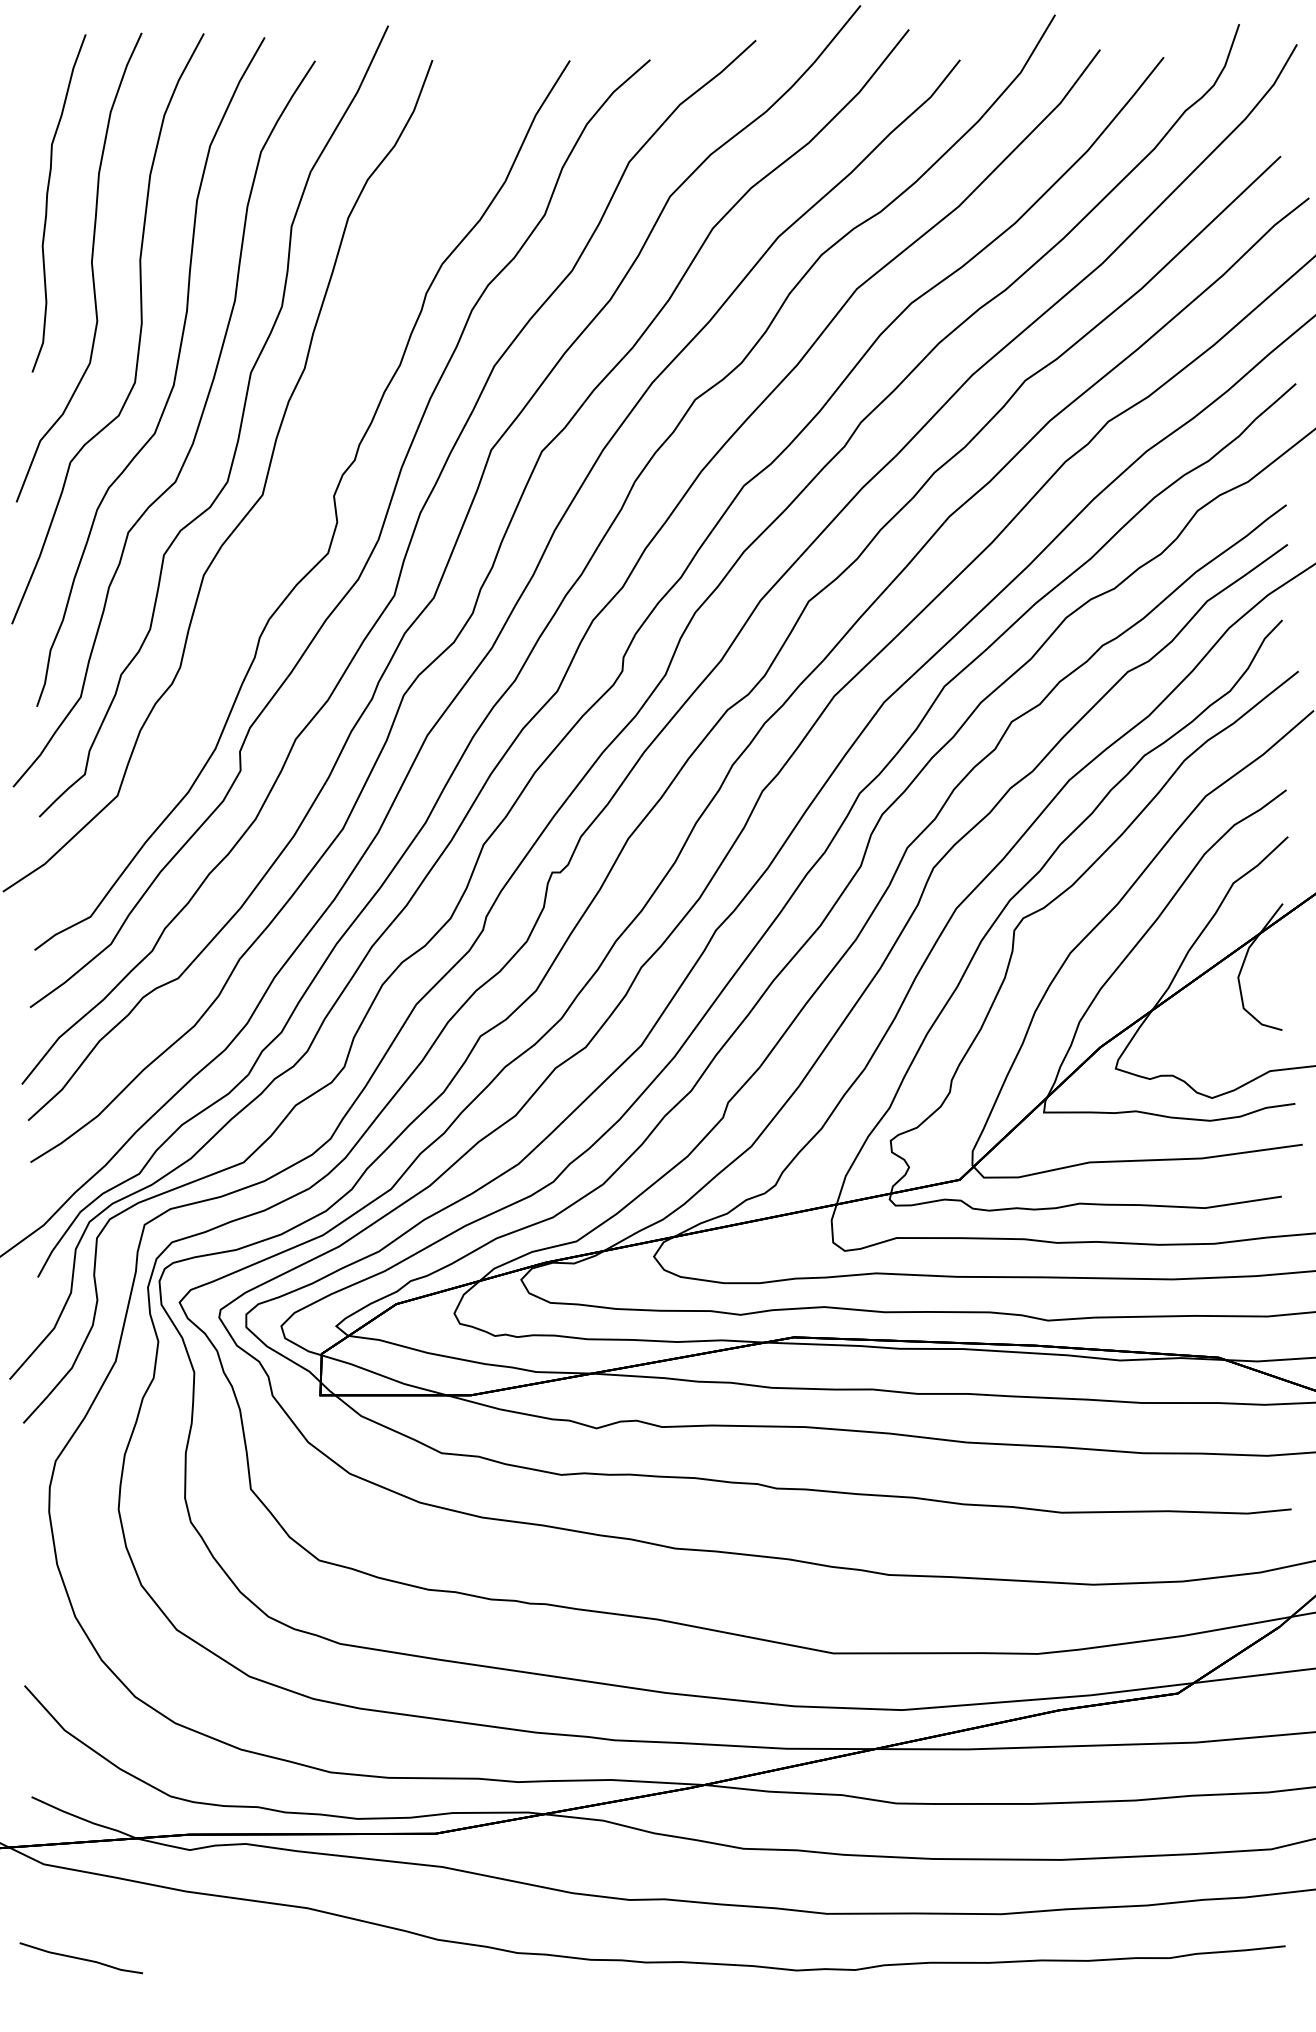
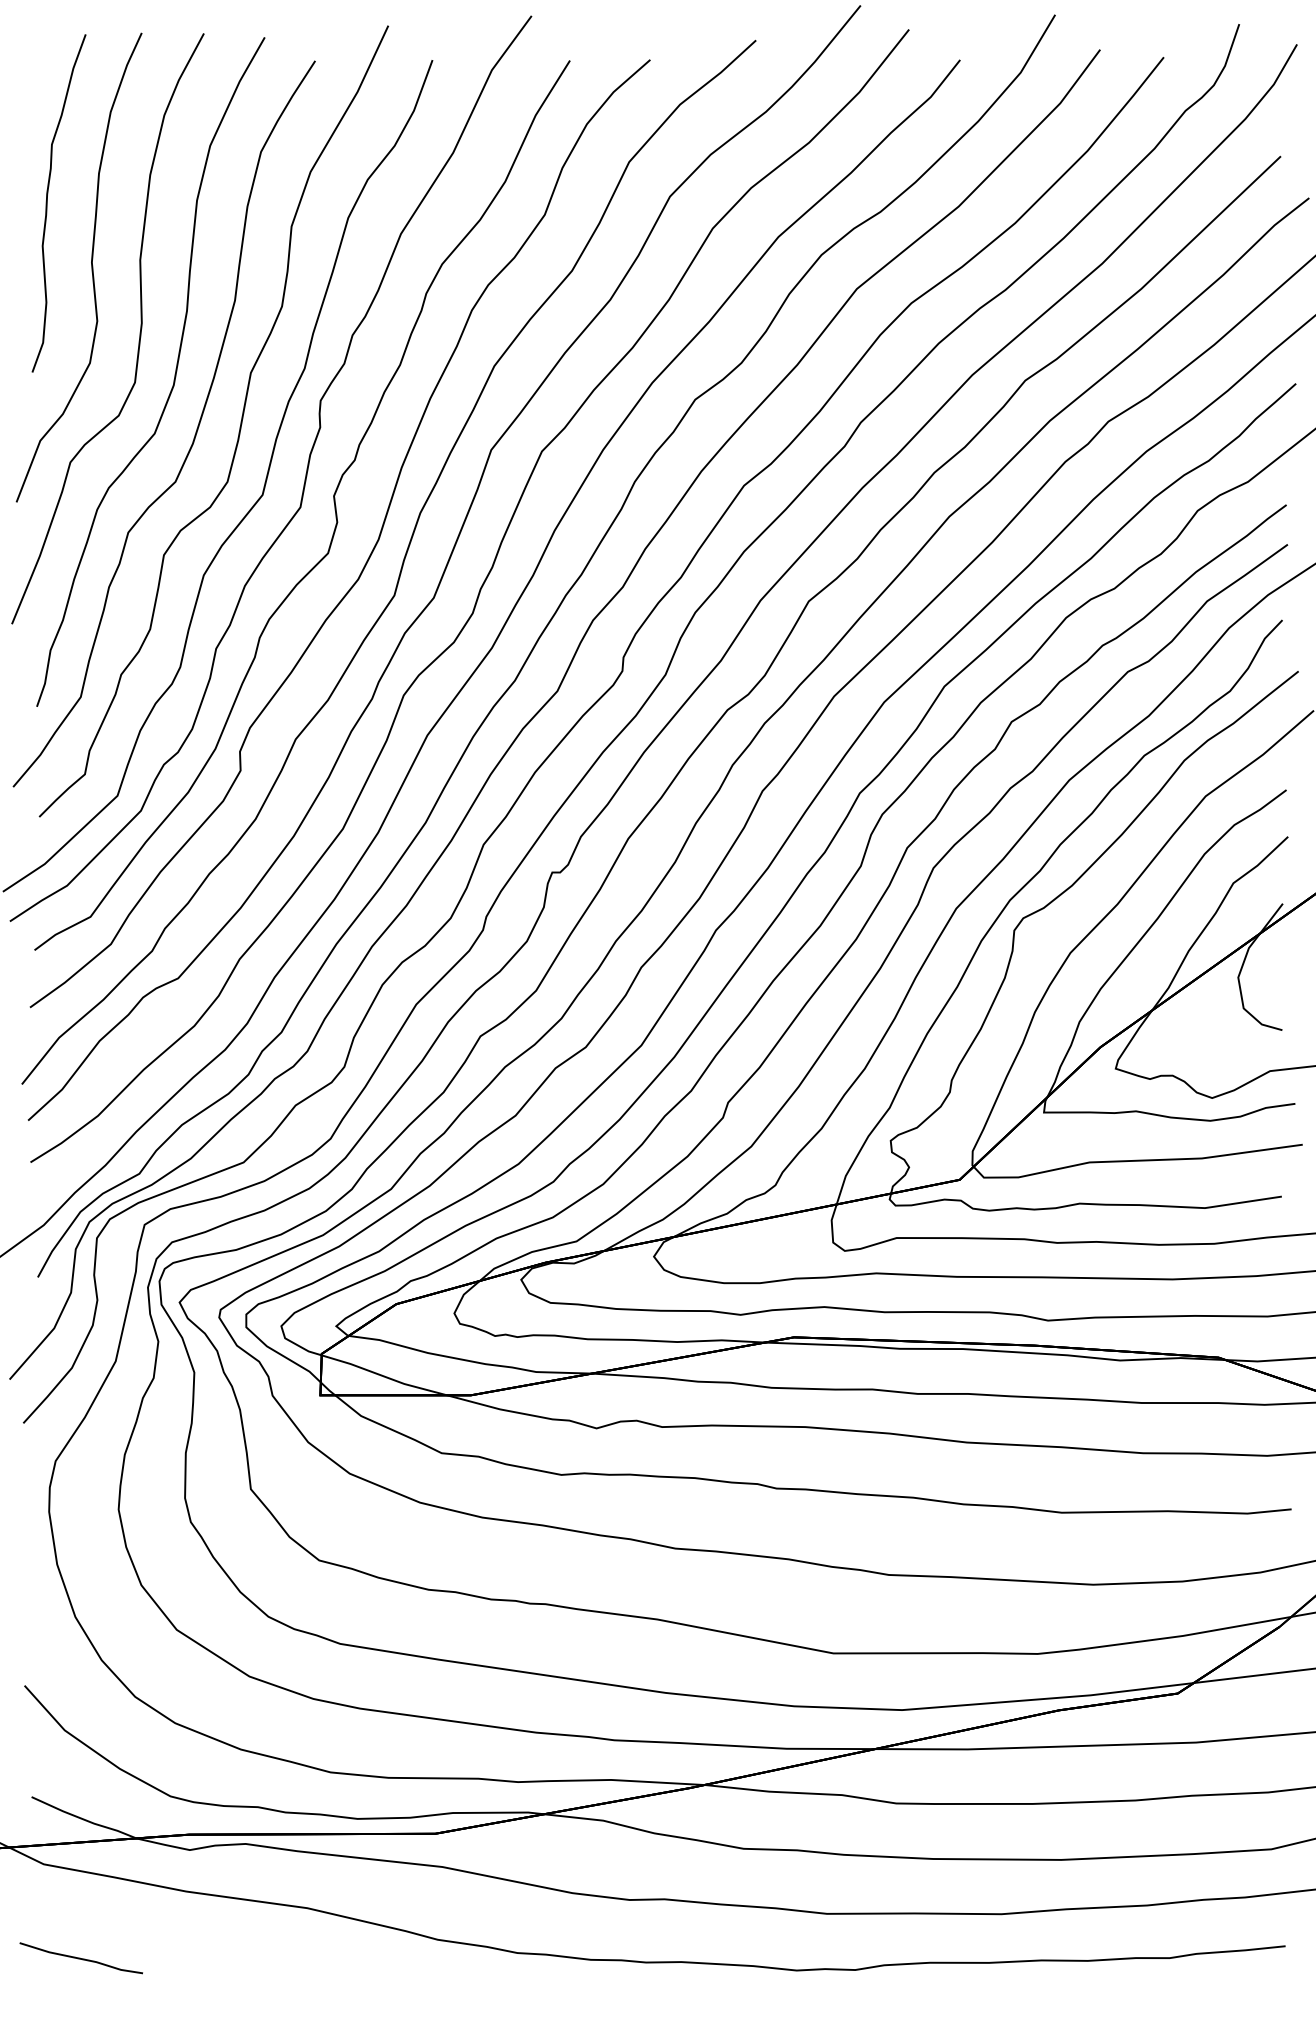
part at (305, 473): none -> present
